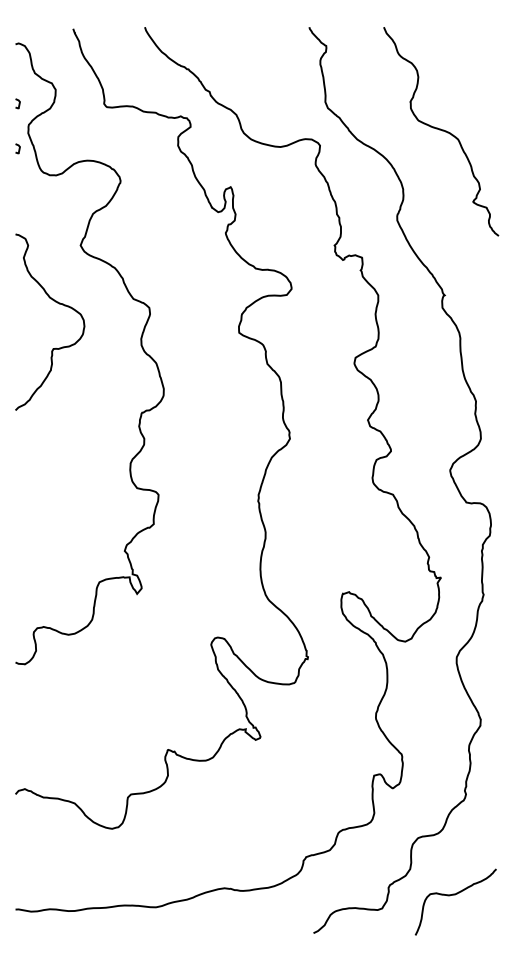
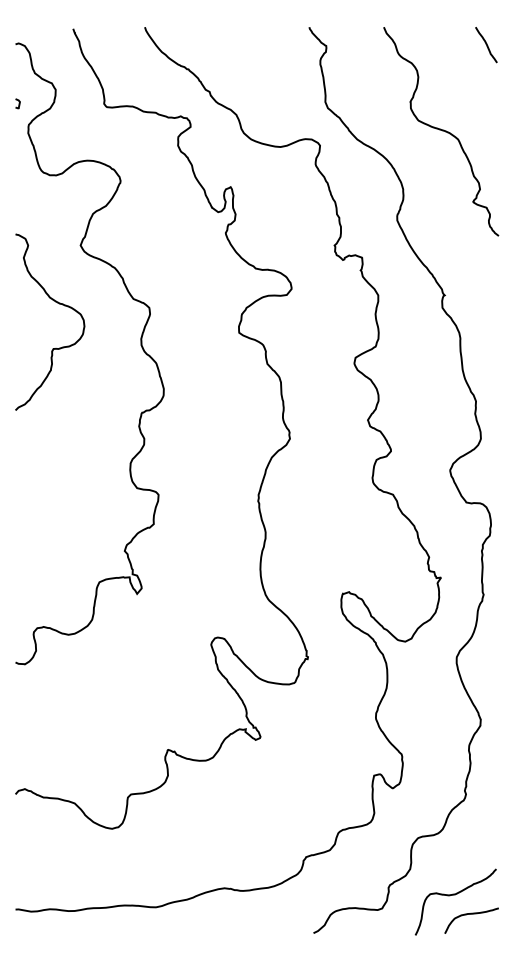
curve at (486, 45): none -> present
curve at (18, 148): present -> none
curve at (471, 914): none -> present
